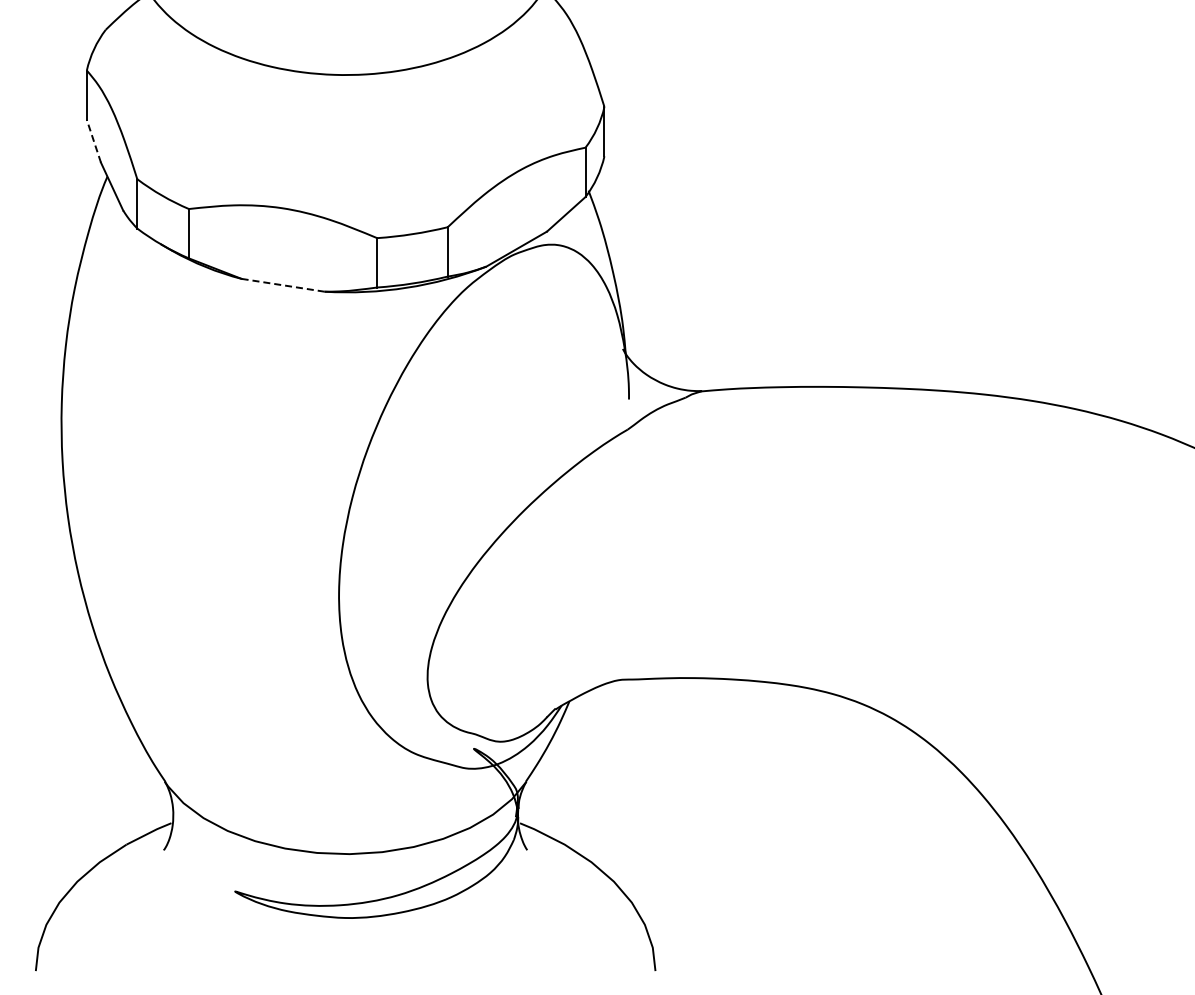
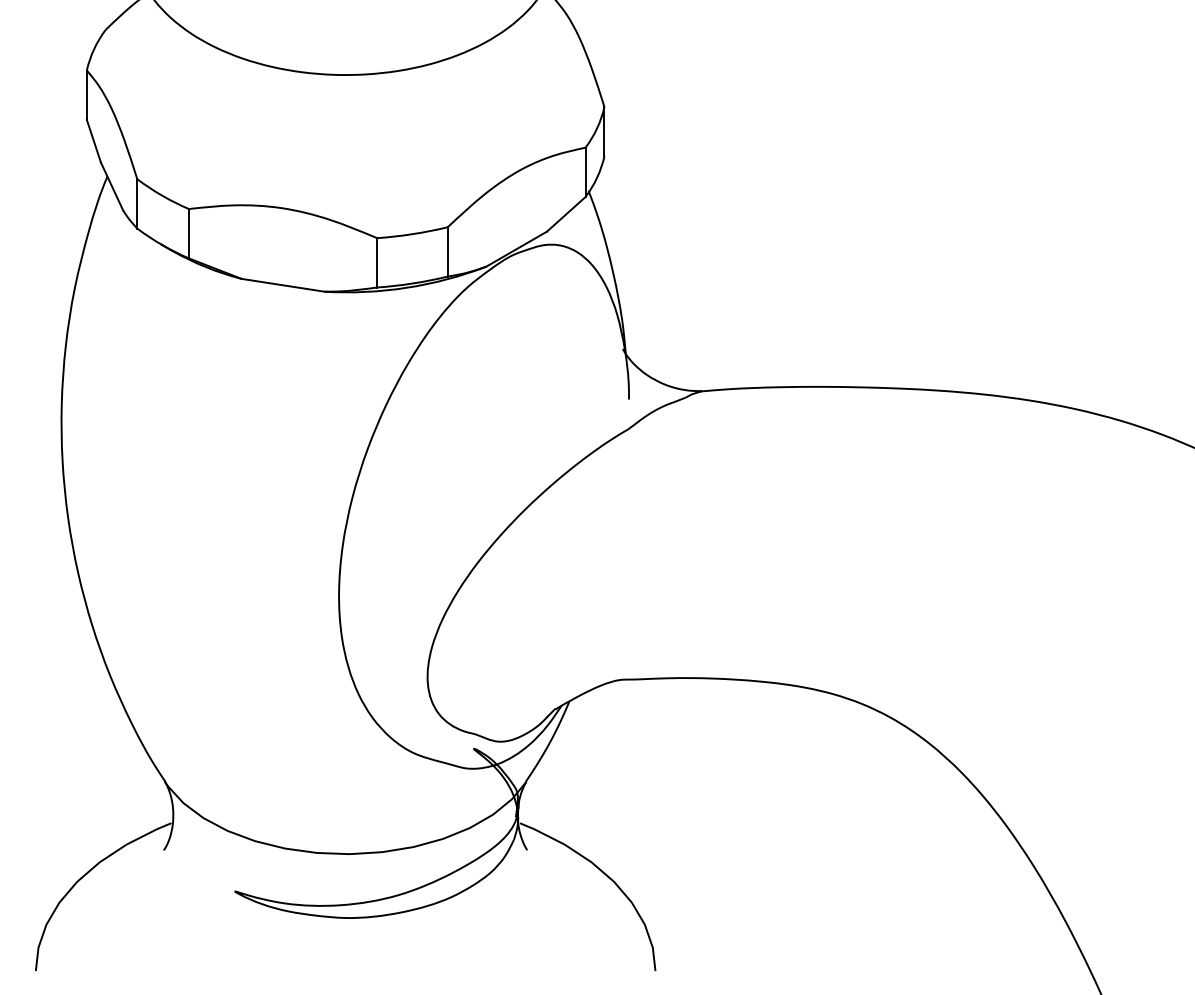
line at (93, 141): dashed -> solid
line at (283, 285): dashed -> solid
